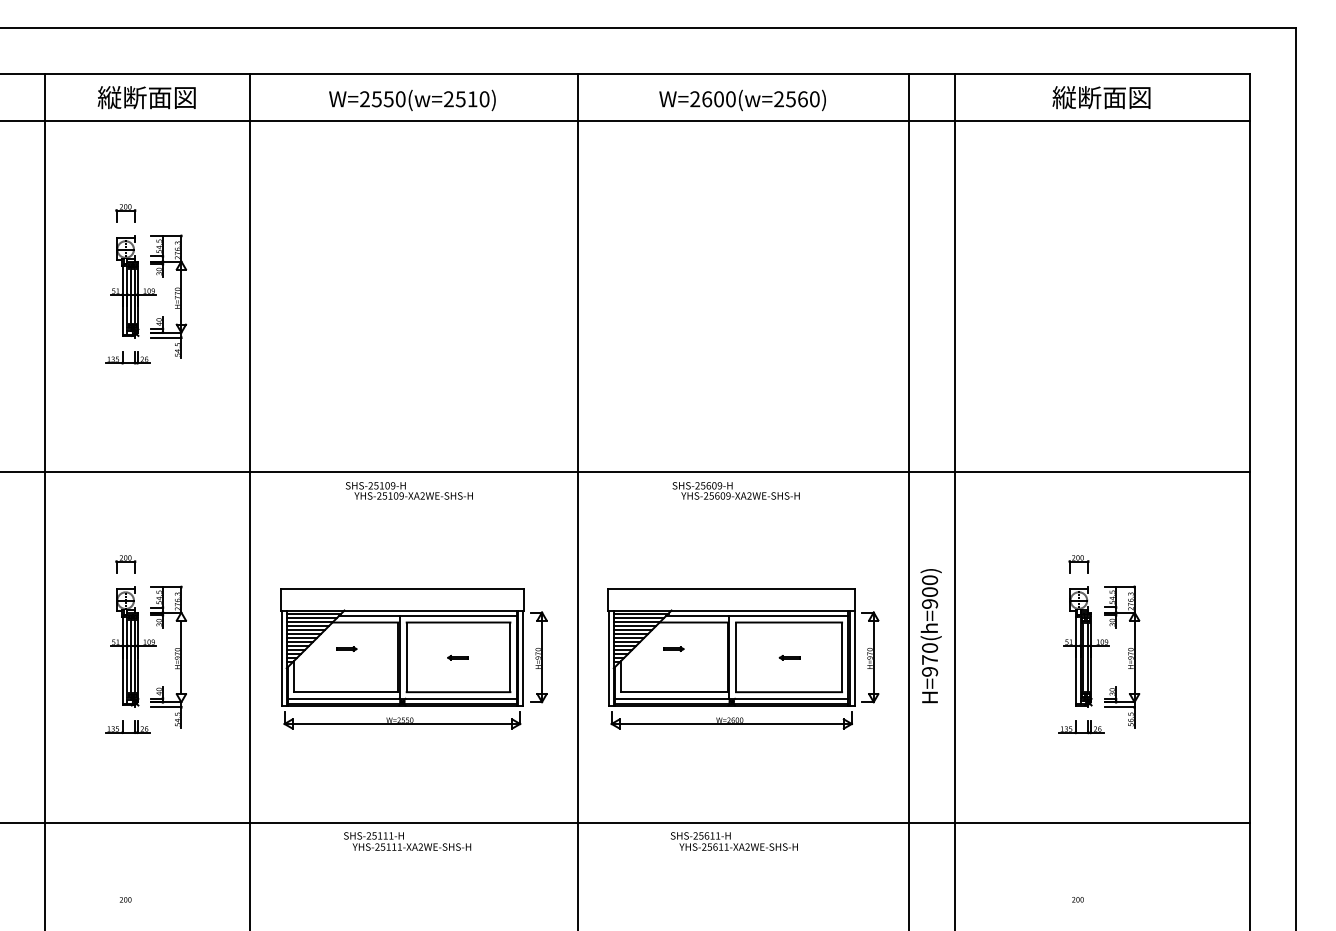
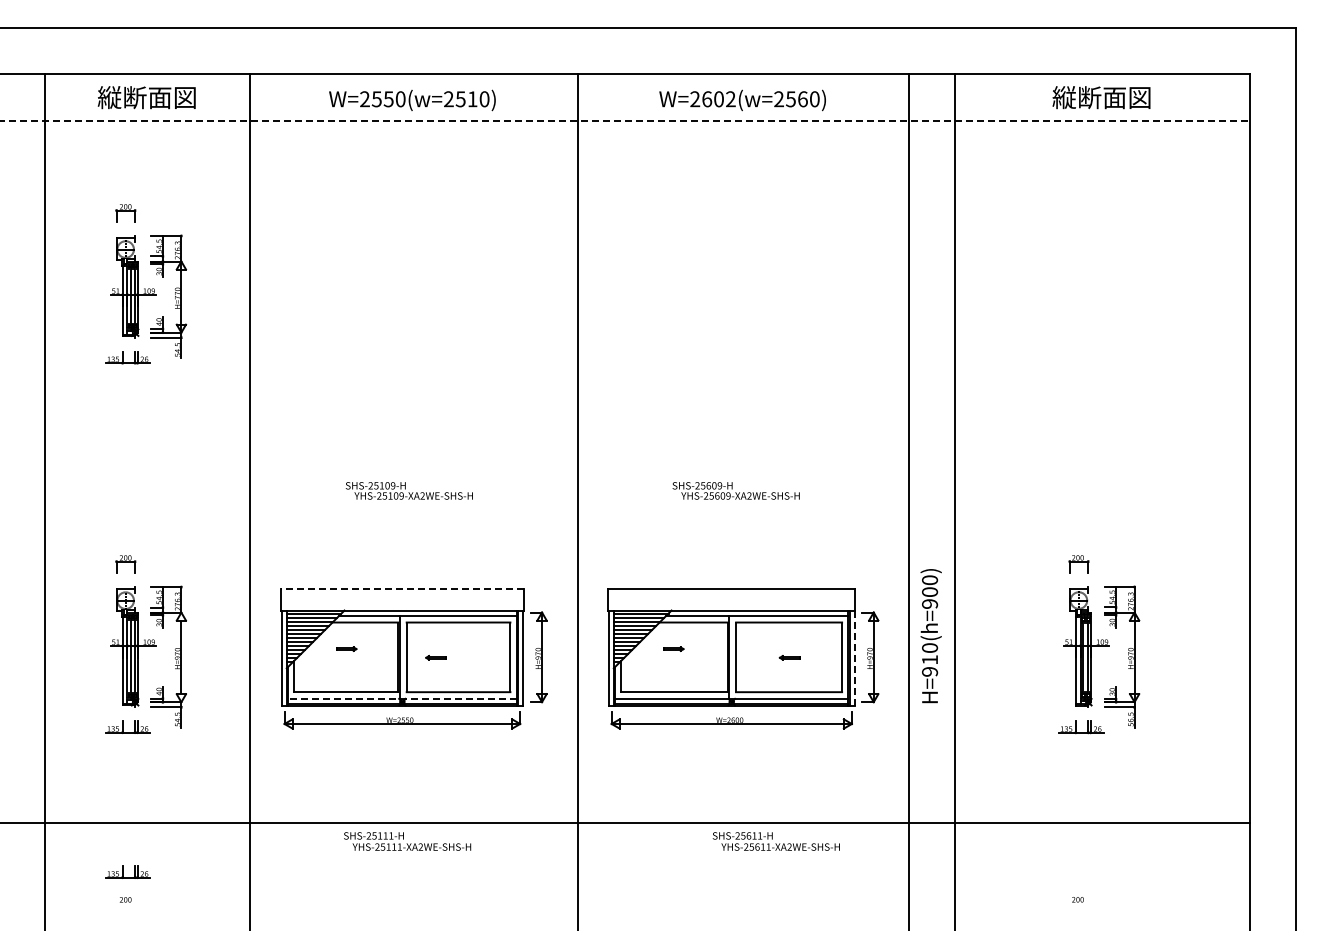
text at (730, 99): W=2600(w=2560) -> W=2602(w=2560)
line at (625, 120): solid -> dashed
line at (625, 471): present -> none
line at (401, 588): solid -> dashed
part at (457, 657) position: (457, 657) -> (435, 657)
line at (854, 658): solid -> dashed
text at (929, 659): H=970(h=900) -> H=910(h=900)
line at (401, 698): solid -> dashed
text at (733, 841) position: (733, 841) -> (775, 841)
part at (127, 871): none -> present
